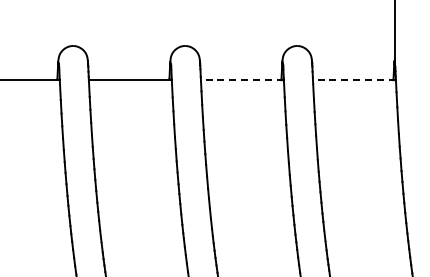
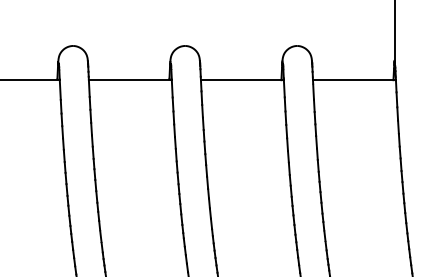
line at (241, 80): dashed -> solid
line at (353, 80): dashed -> solid
